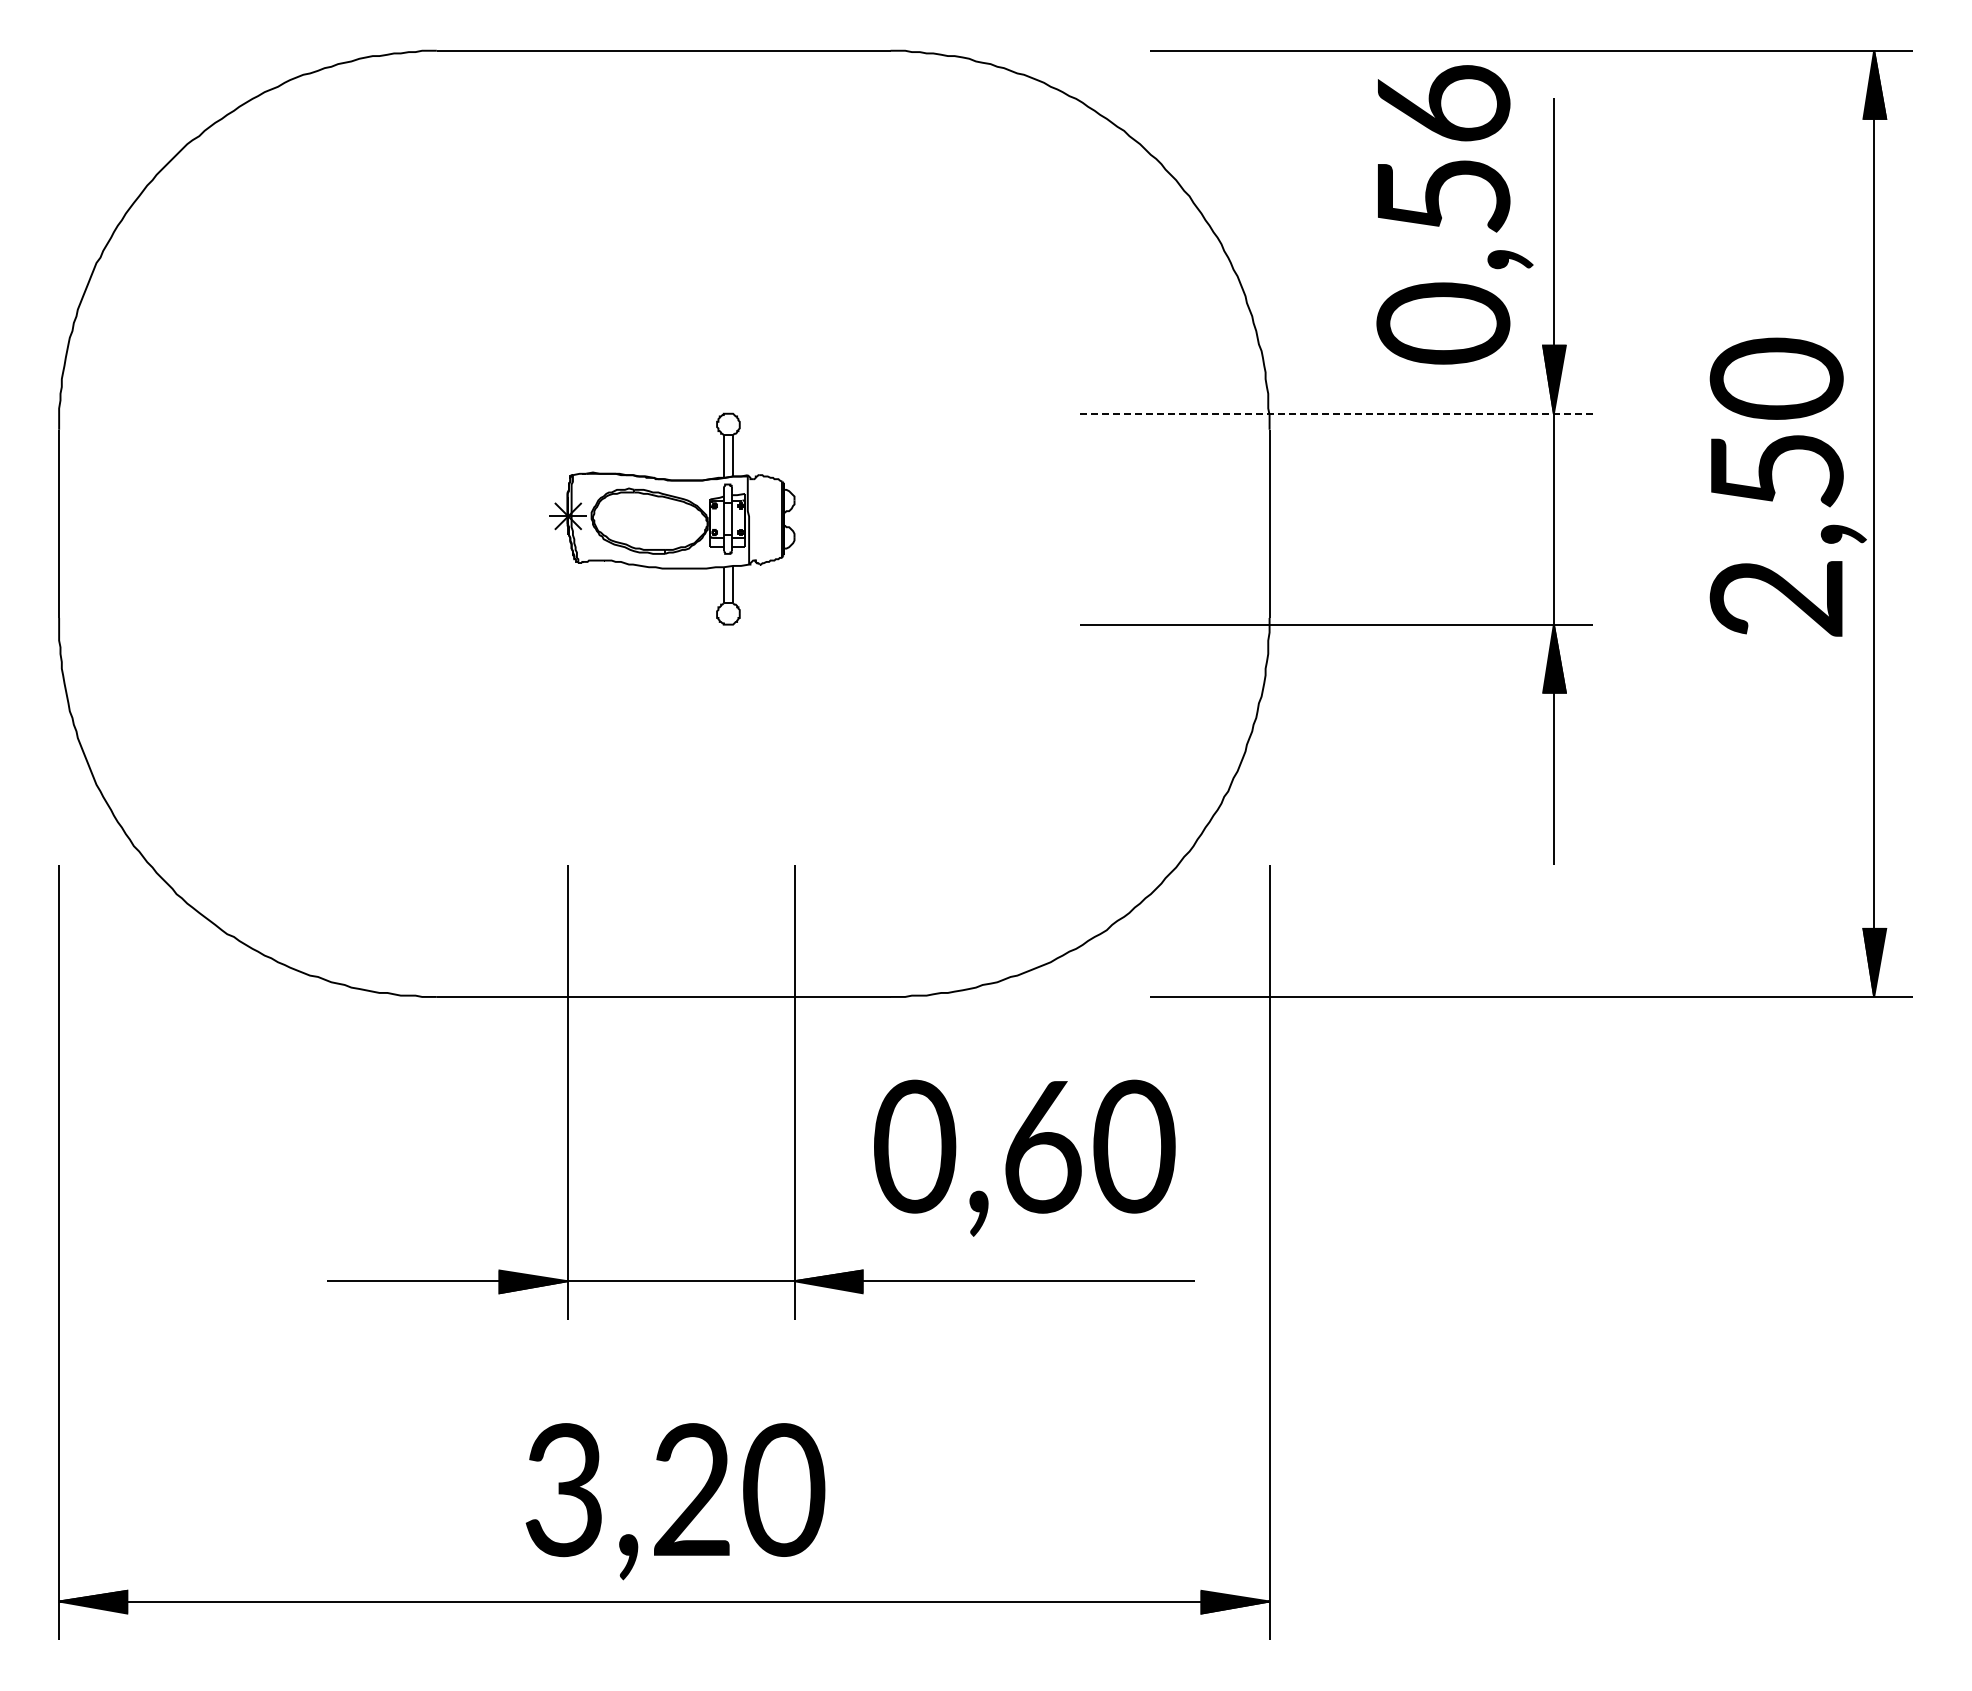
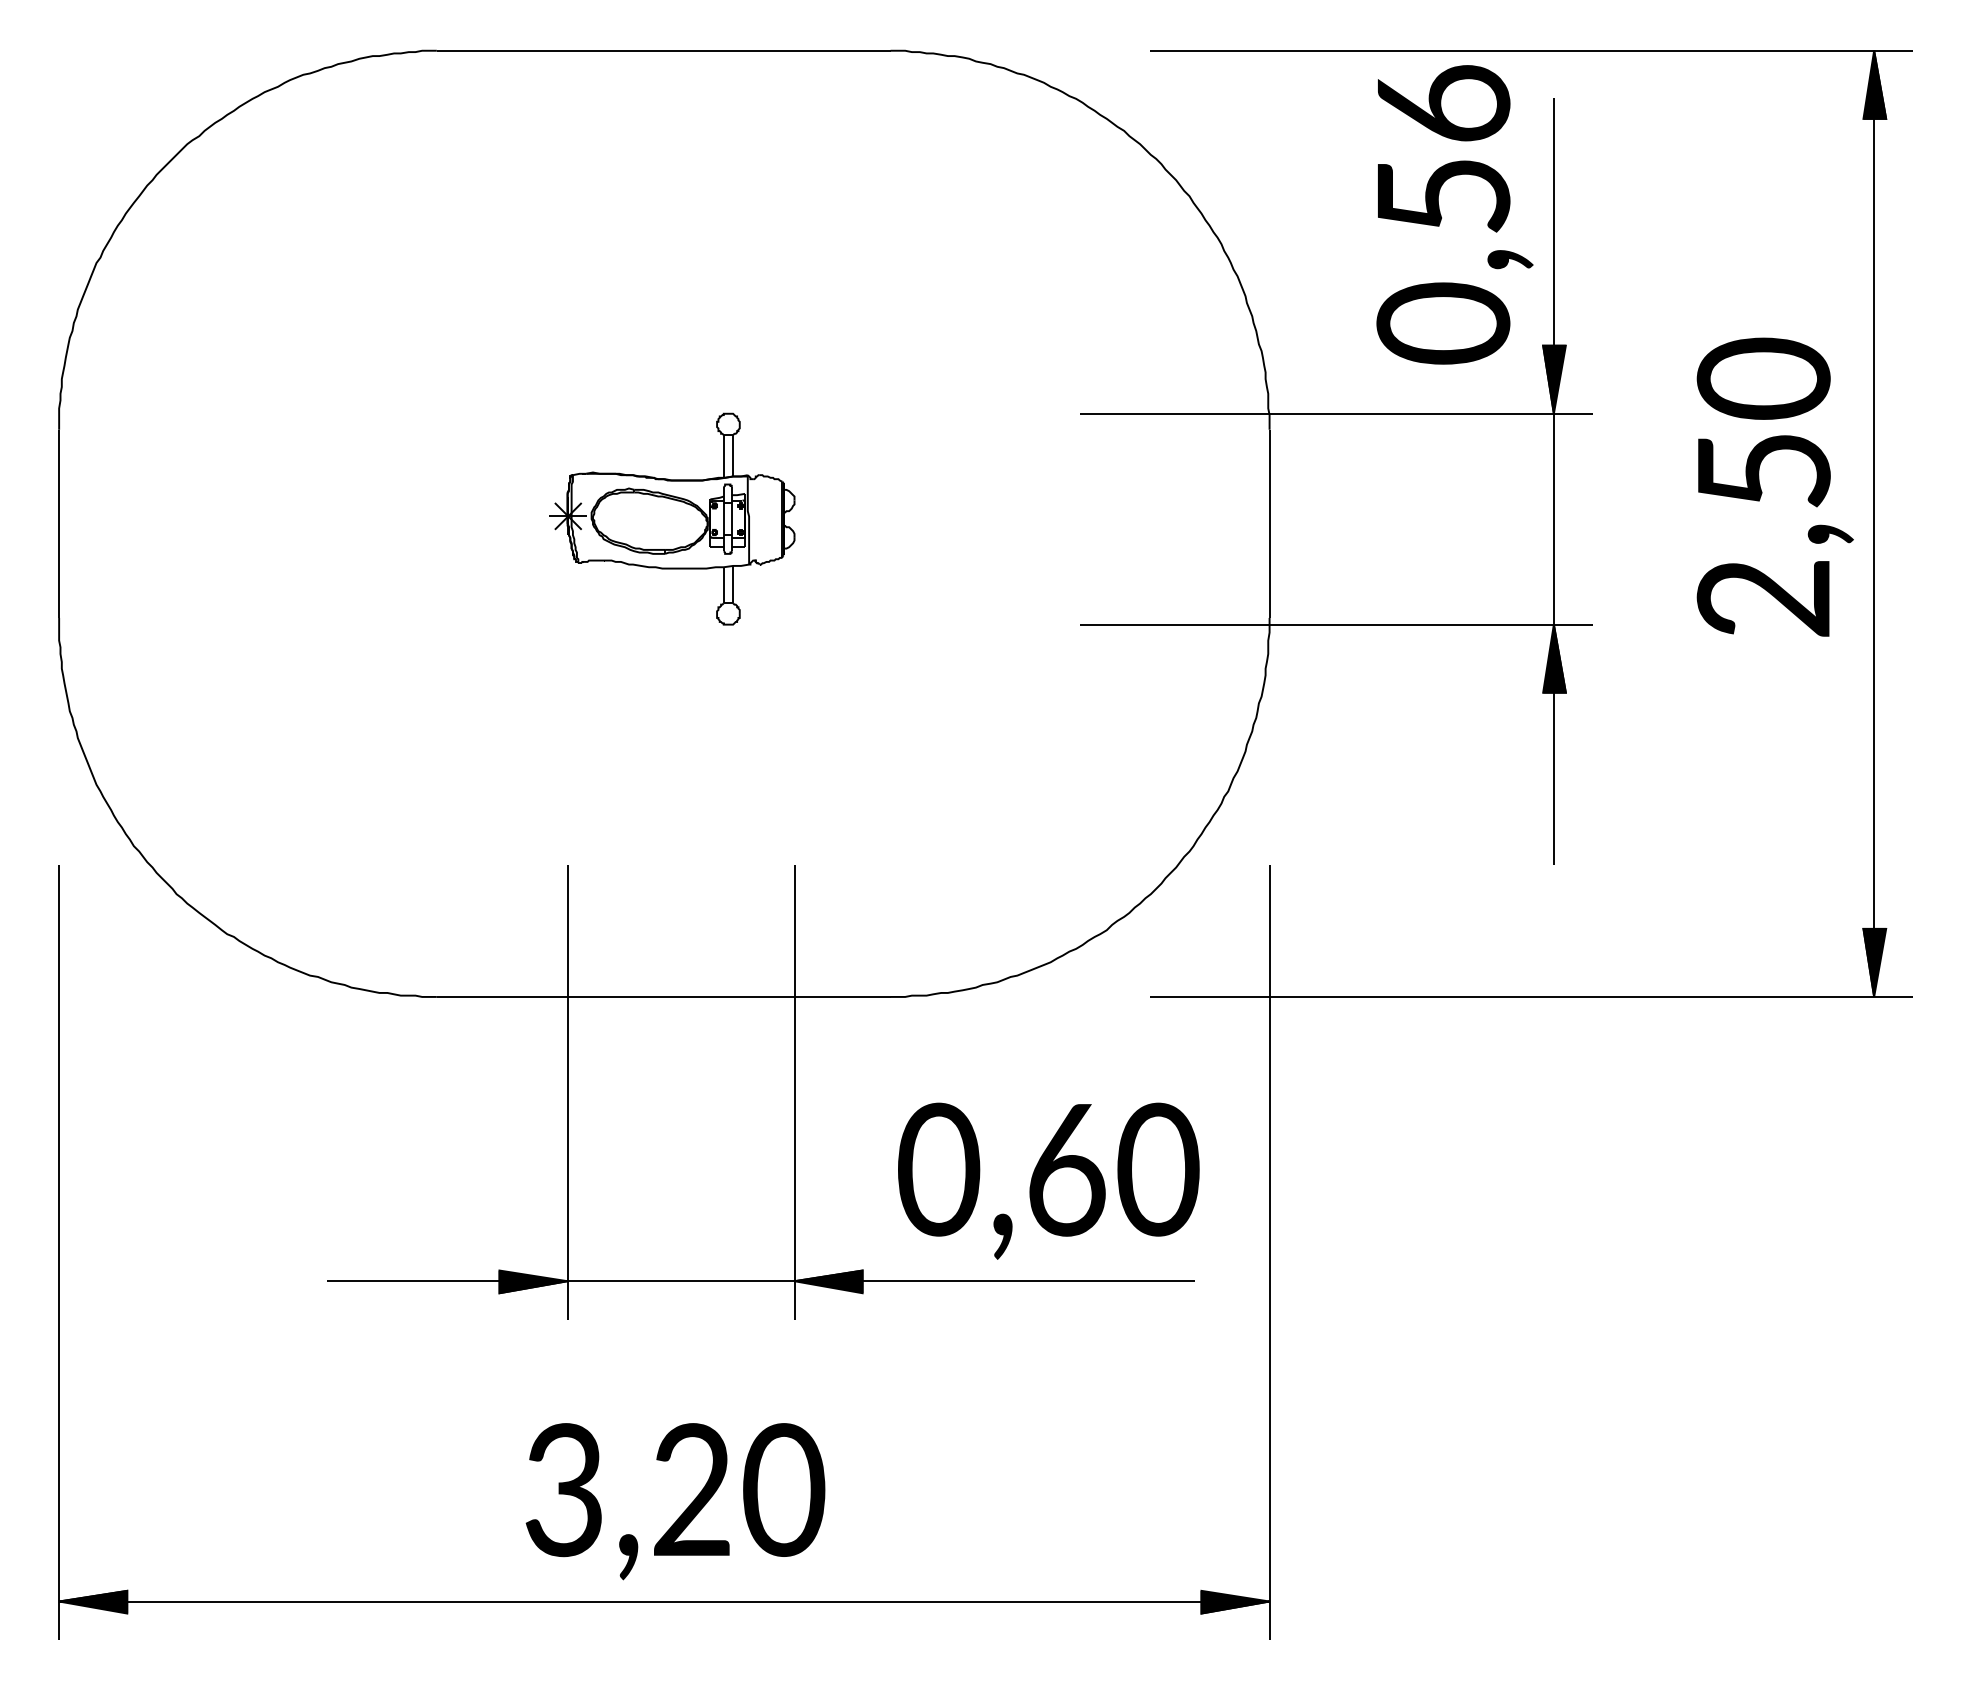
line at (1336, 413): dashed -> solid
text at (1787, 486) position: (1787, 486) -> (1774, 486)
text at (1024, 1157) position: (1024, 1157) -> (1048, 1180)
